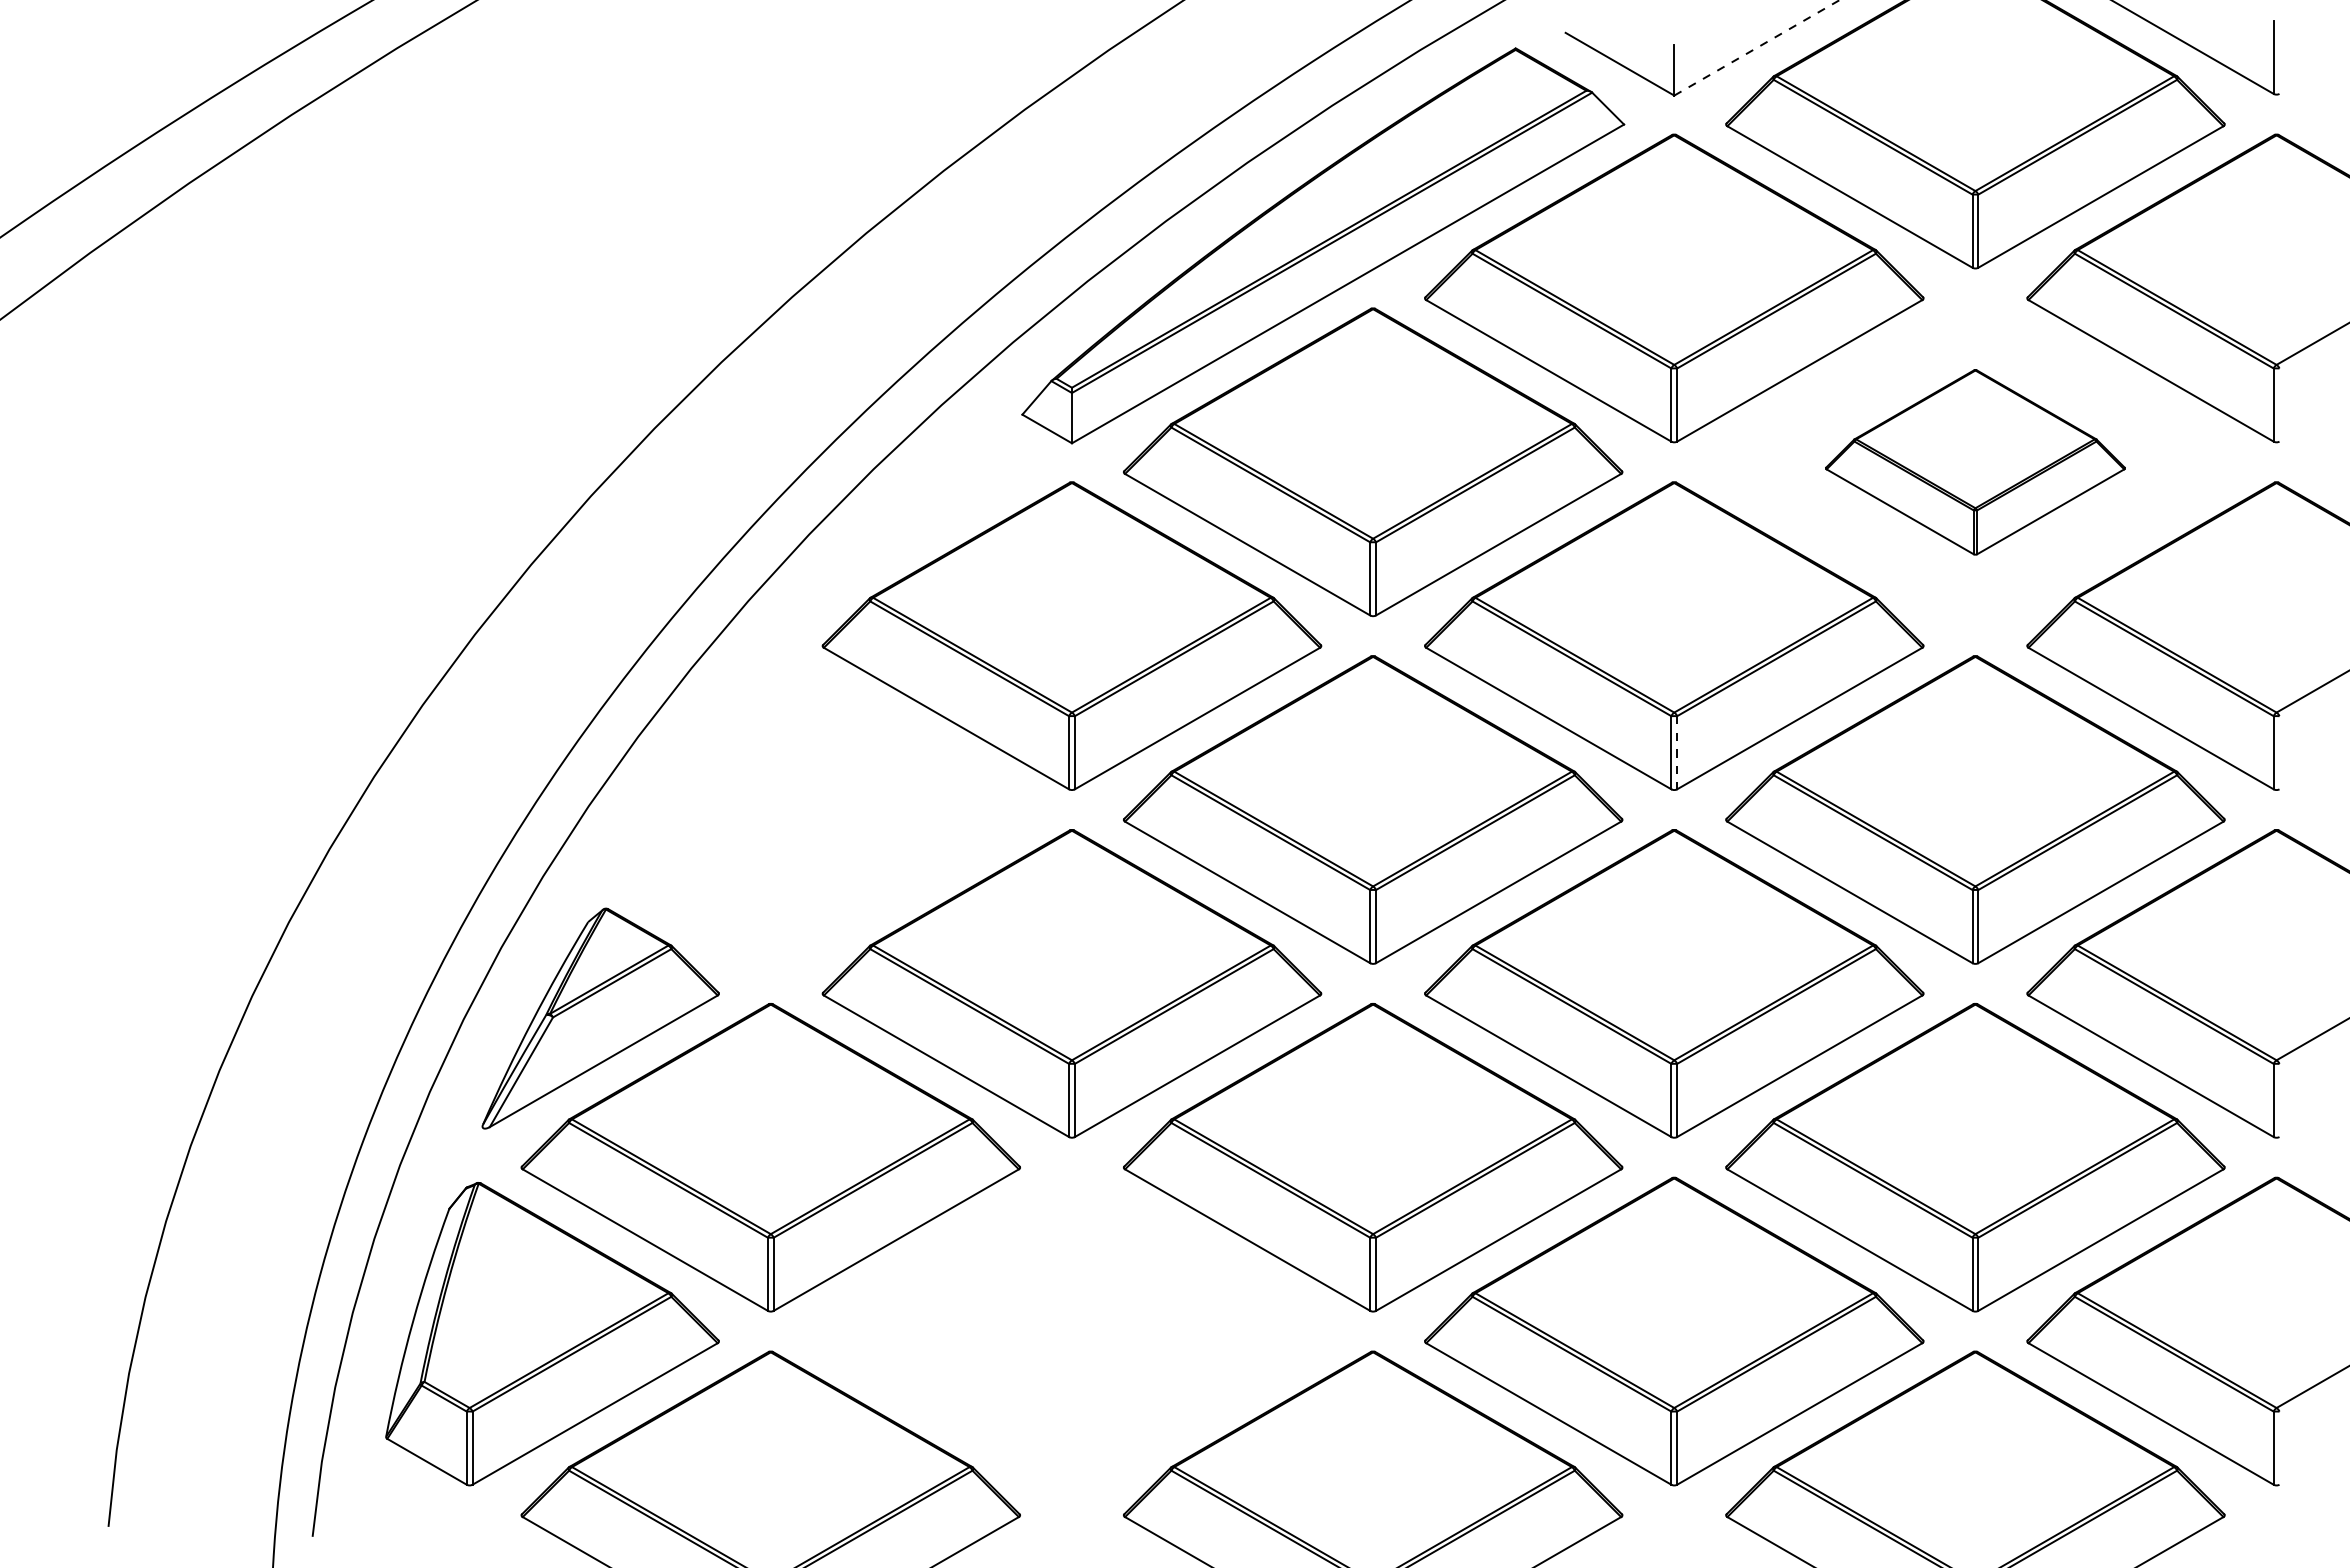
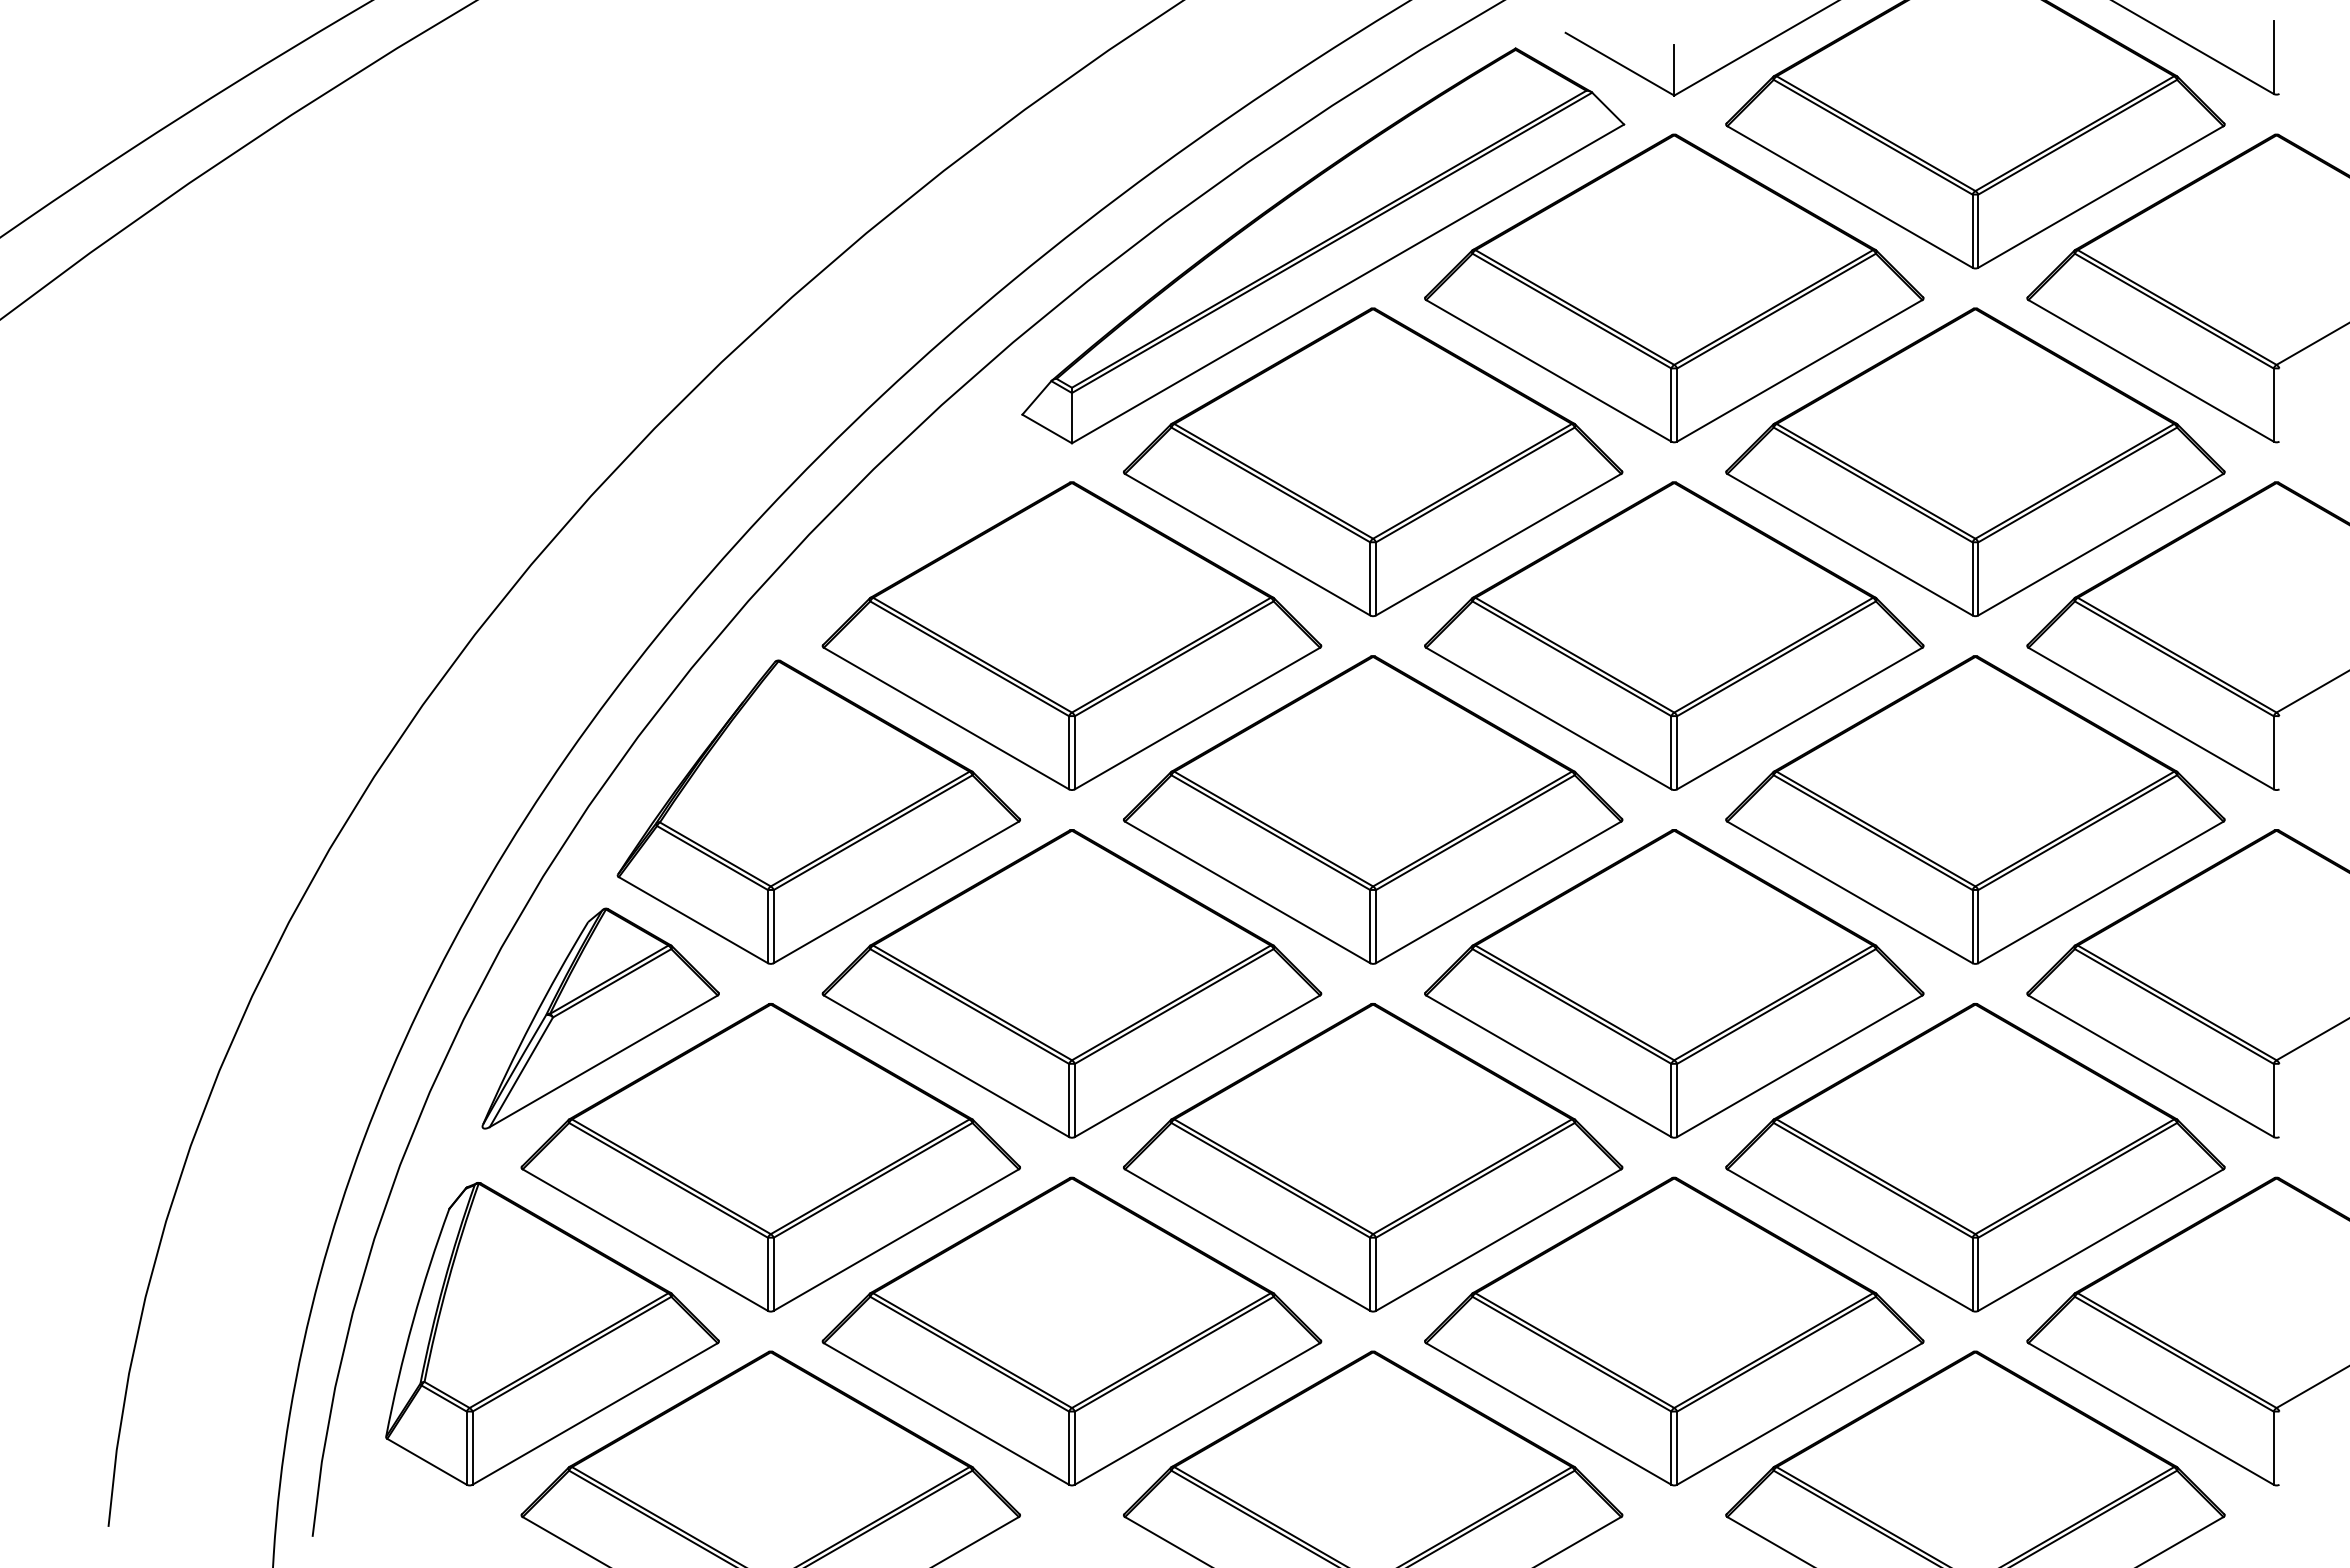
line at (1757, 47): dashed -> solid
part at (1975, 462) size: 301x187 px -> 501x311 px
line at (1677, 752): dashed -> solid
part at (818, 811): none -> present
part at (1071, 1331): none -> present
